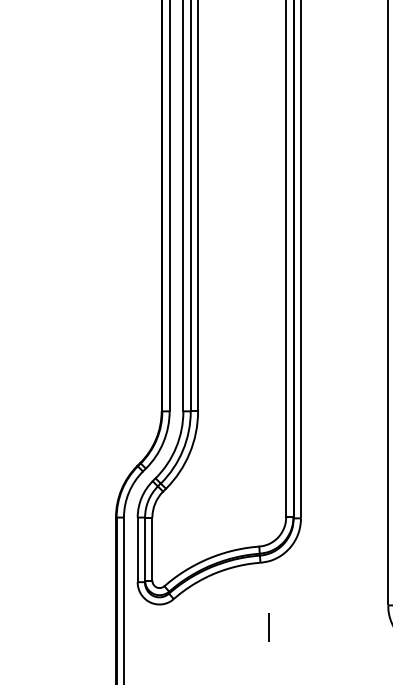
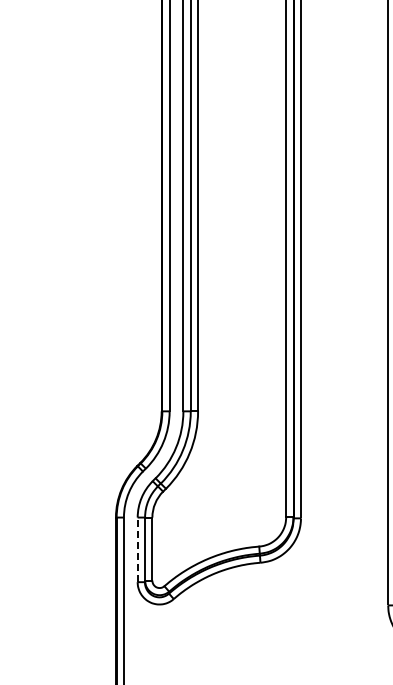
line at (137, 549): solid -> dashed
line at (268, 627): present -> none
